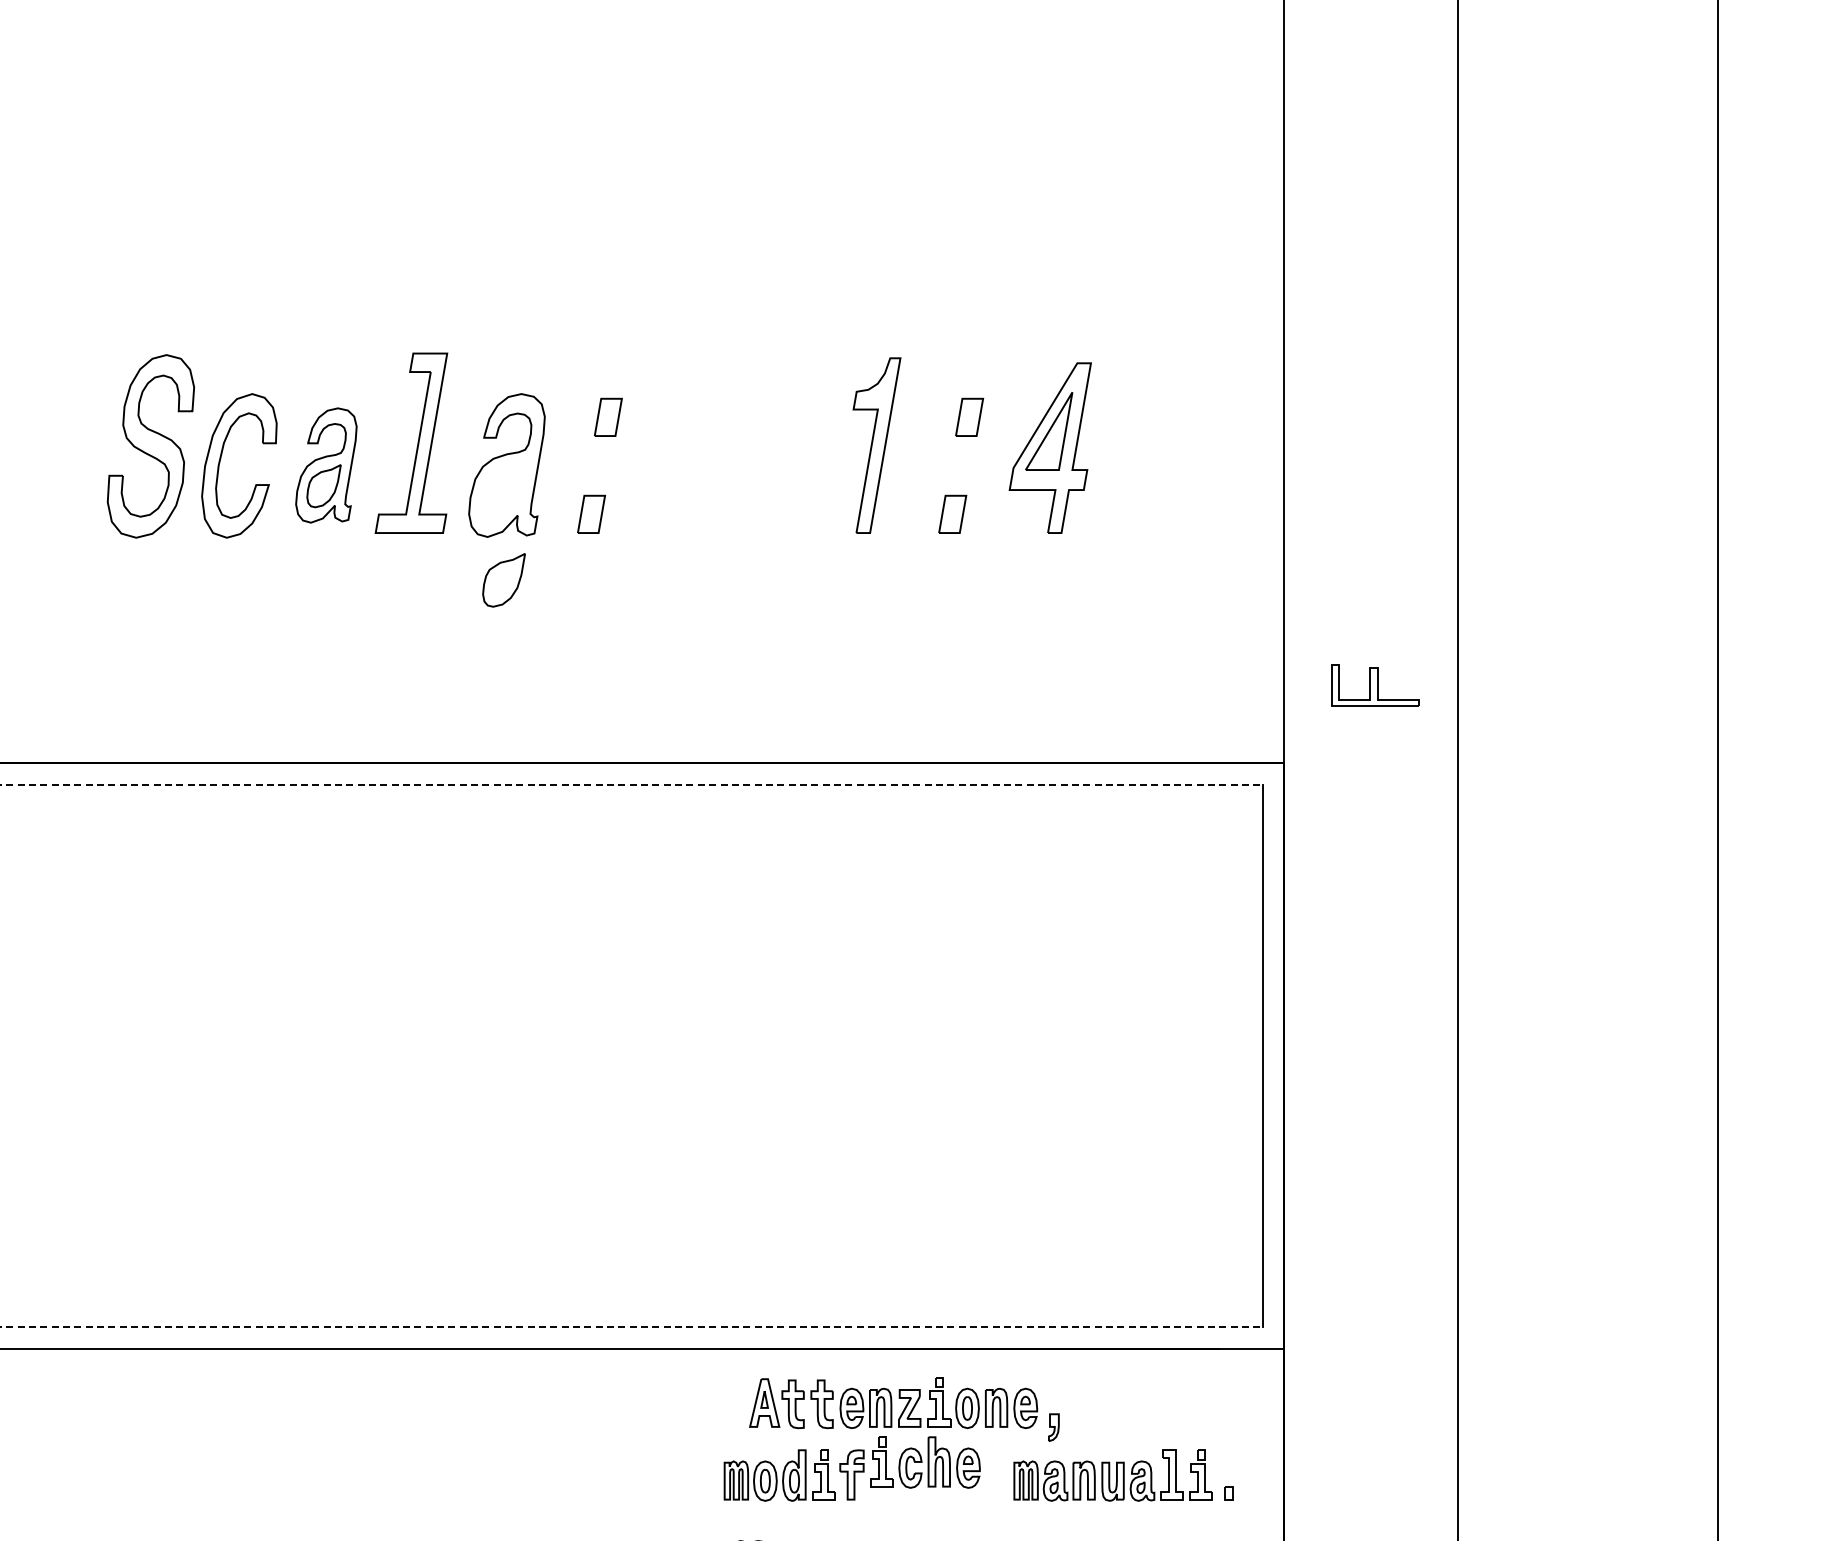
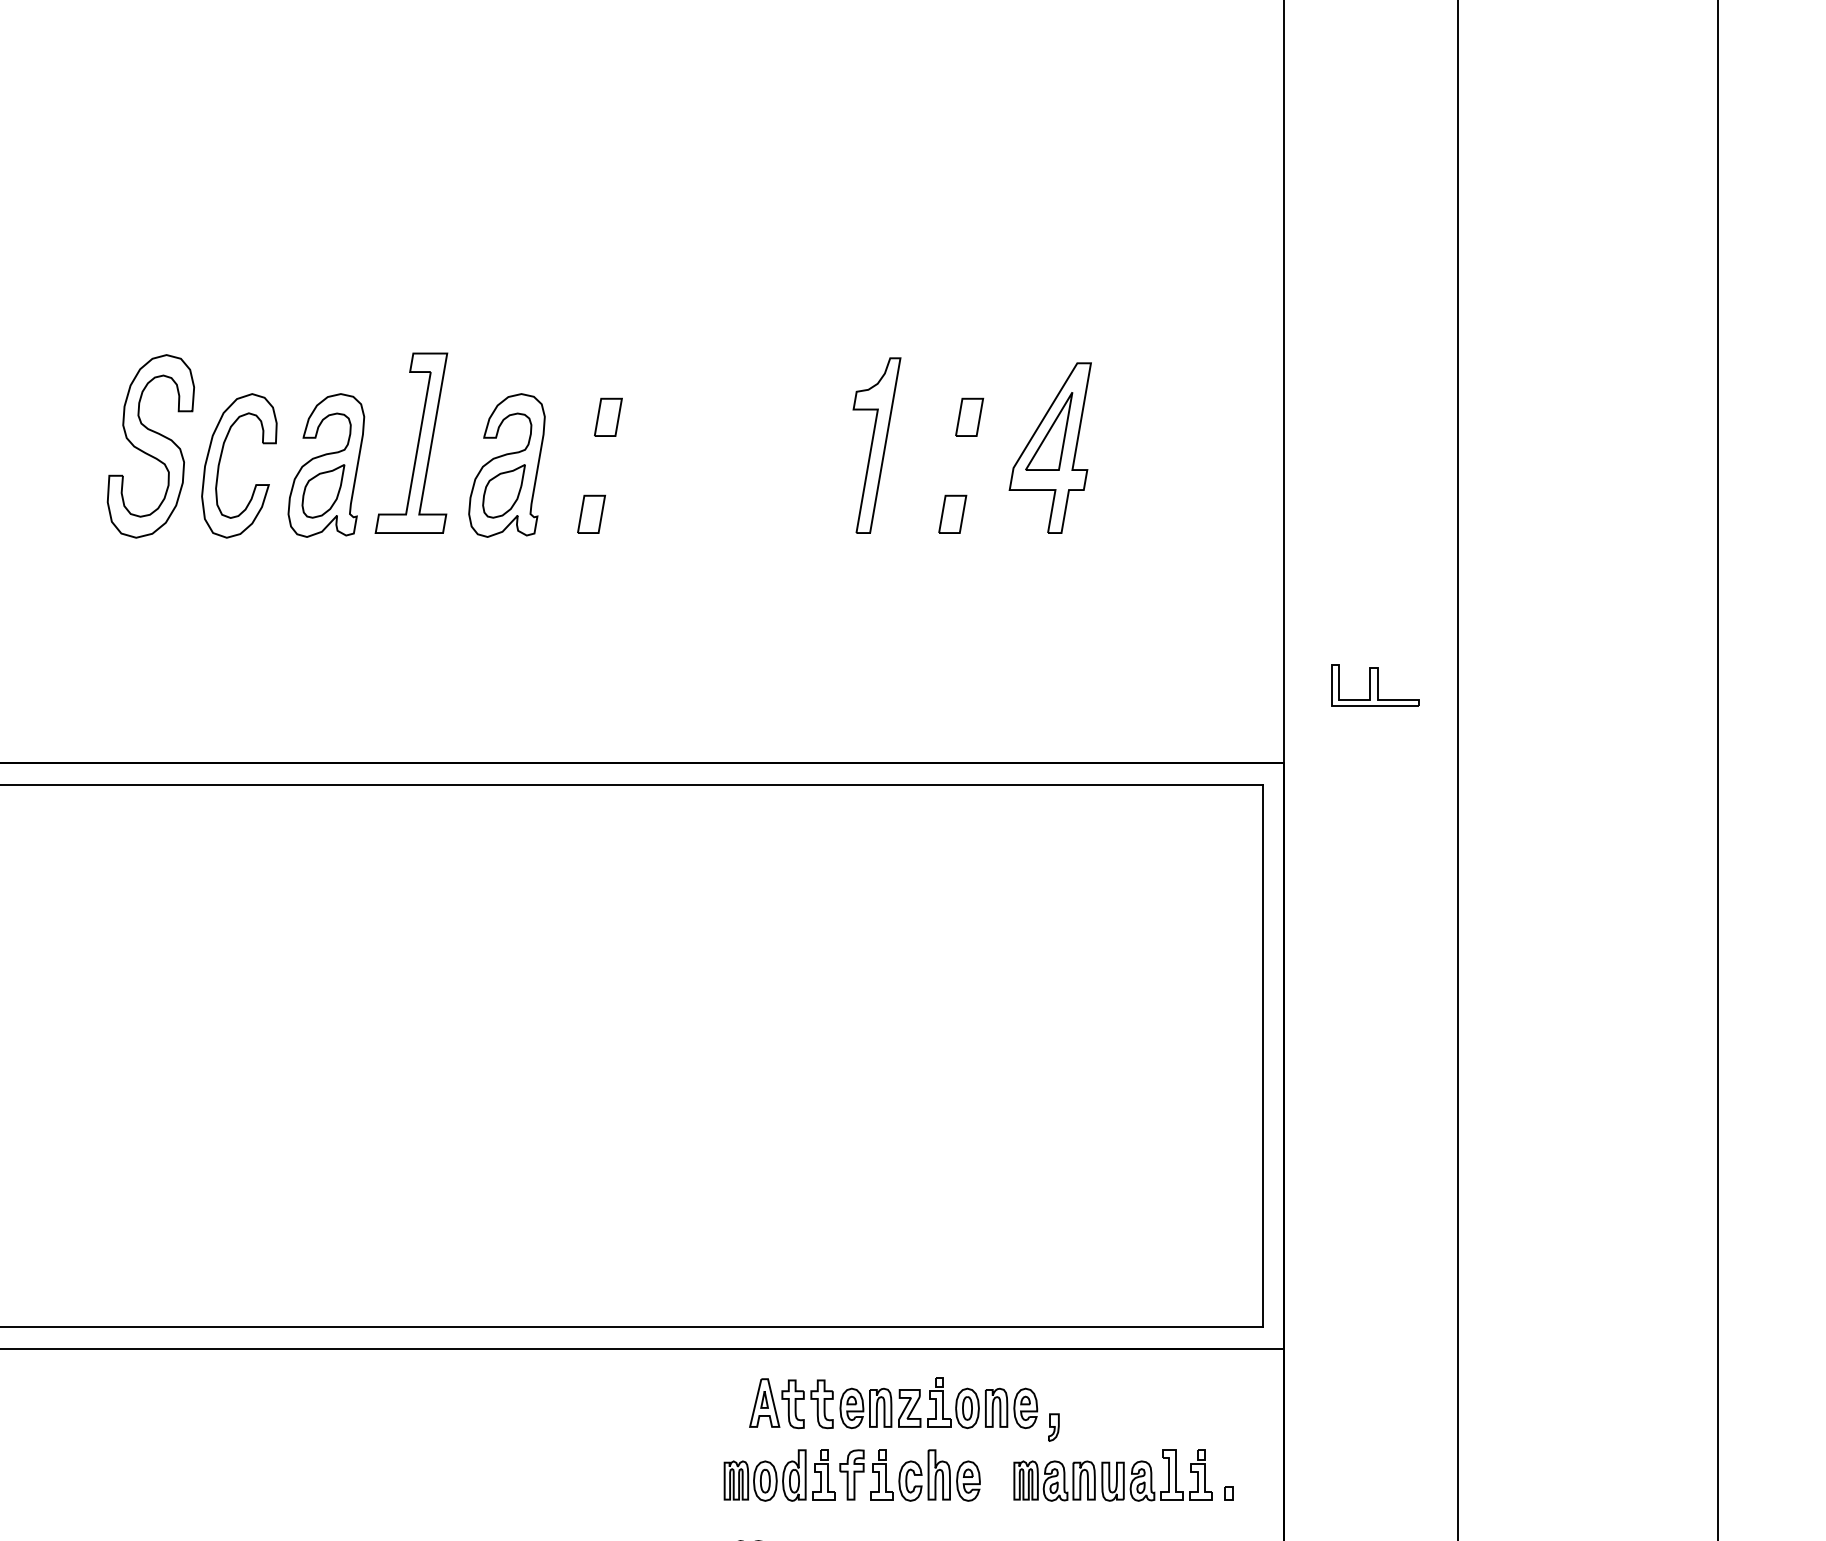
part at (326, 465) size: 63x117 px -> 79x145 px
part at (503, 580) position: (503, 580) -> (503, 491)
line at (632, 784): dashed -> solid
line at (632, 1326): dashed -> solid
part at (925, 1462) position: (925, 1462) -> (925, 1475)
